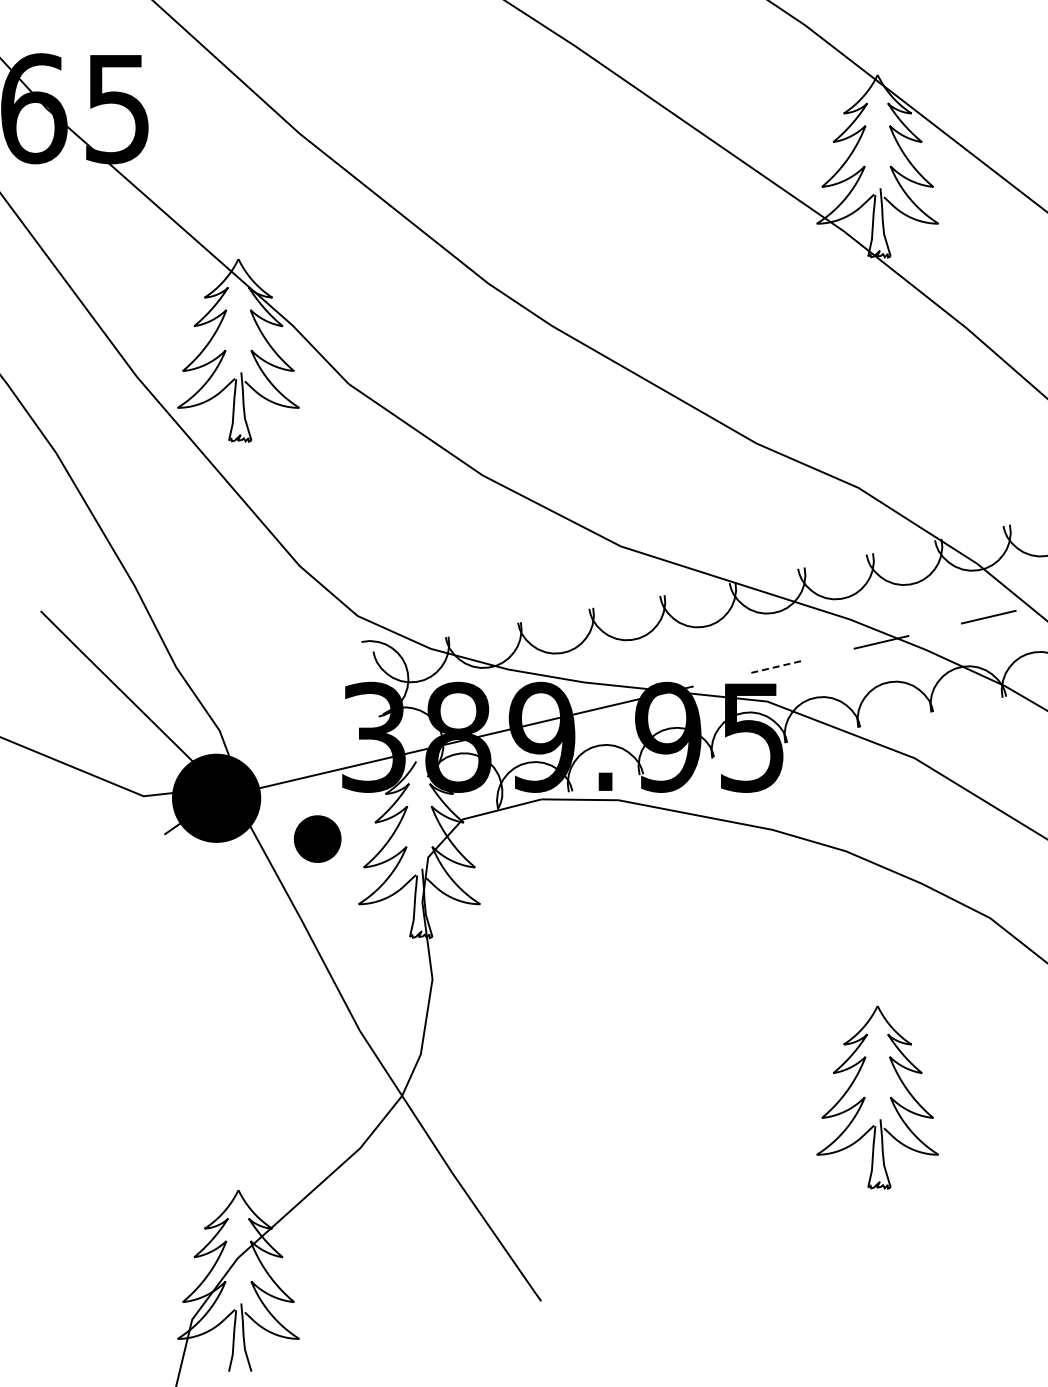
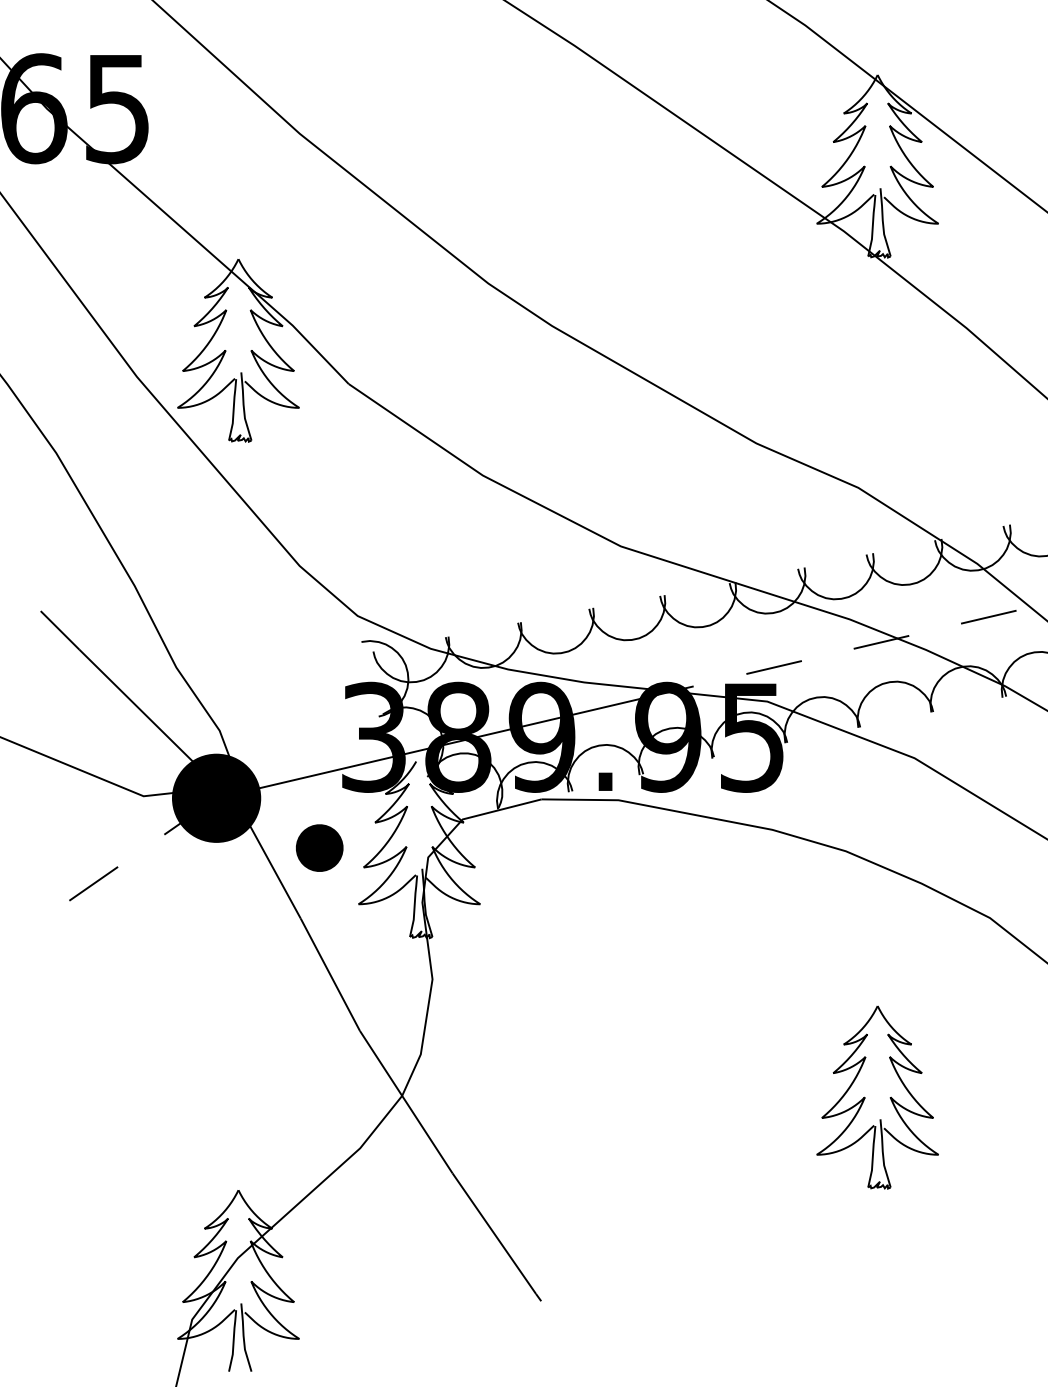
line at (774, 667): dashed -> solid
part at (317, 838) position: (317, 838) -> (319, 847)
line at (93, 883): none -> present
